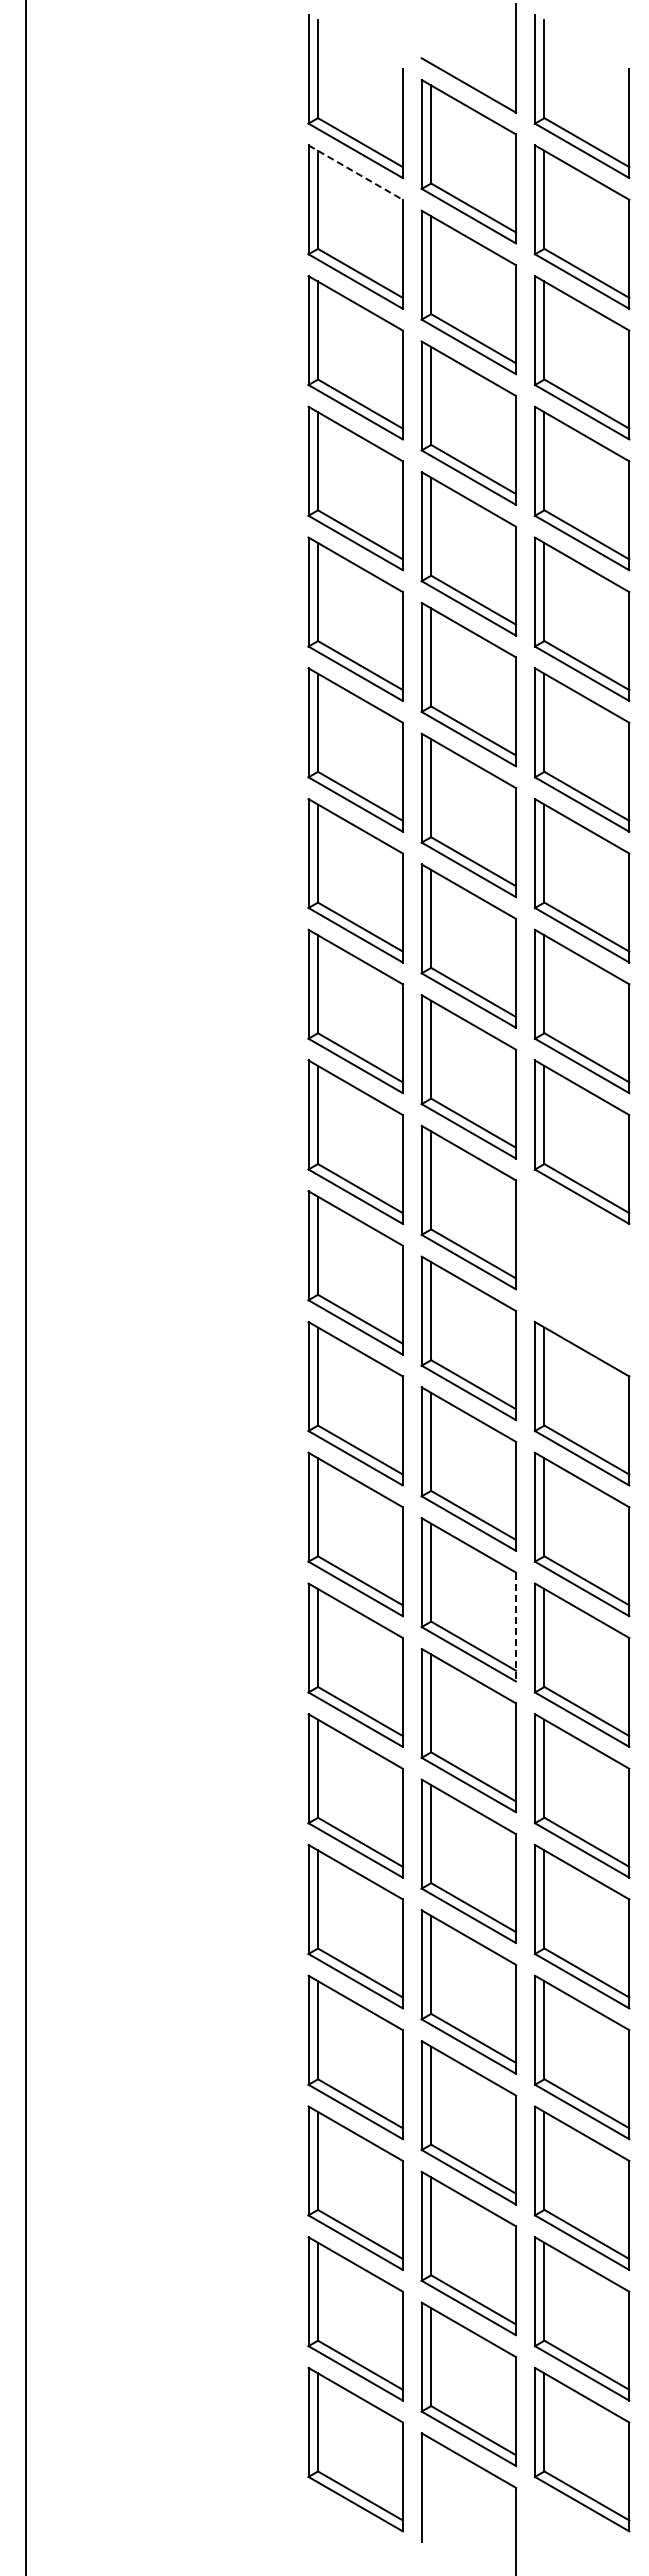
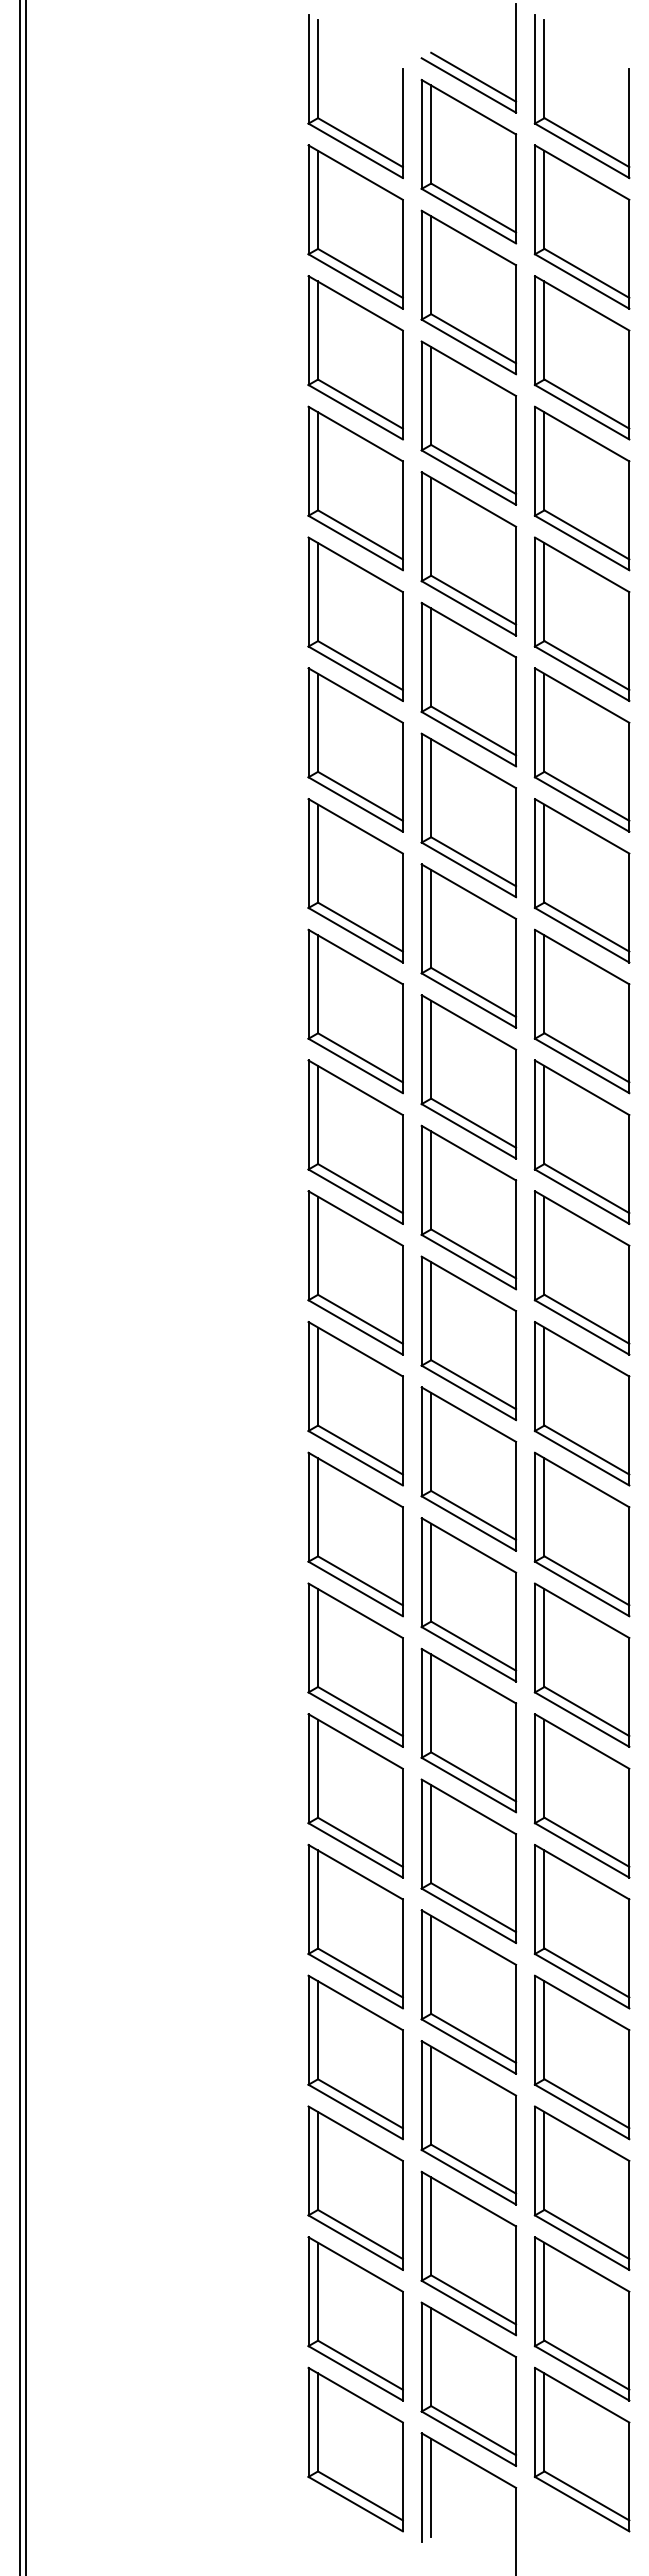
line at (473, 76): none -> present
line at (356, 172): dashed -> solid
part at (581, 1272): none -> present
line at (19, 1287): none -> present
line at (516, 1627): dashed -> solid
line at (431, 2487): none -> present
